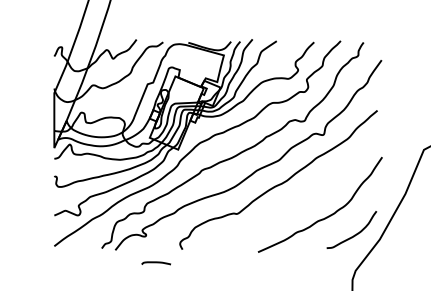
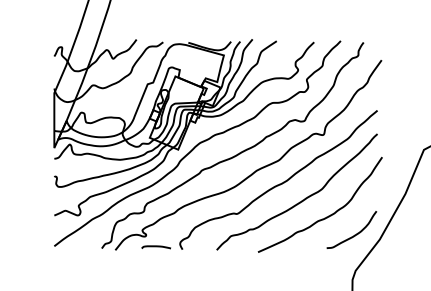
curve at (302, 199): none -> present
line at (155, 263) position: (155, 263) -> (155, 247)
